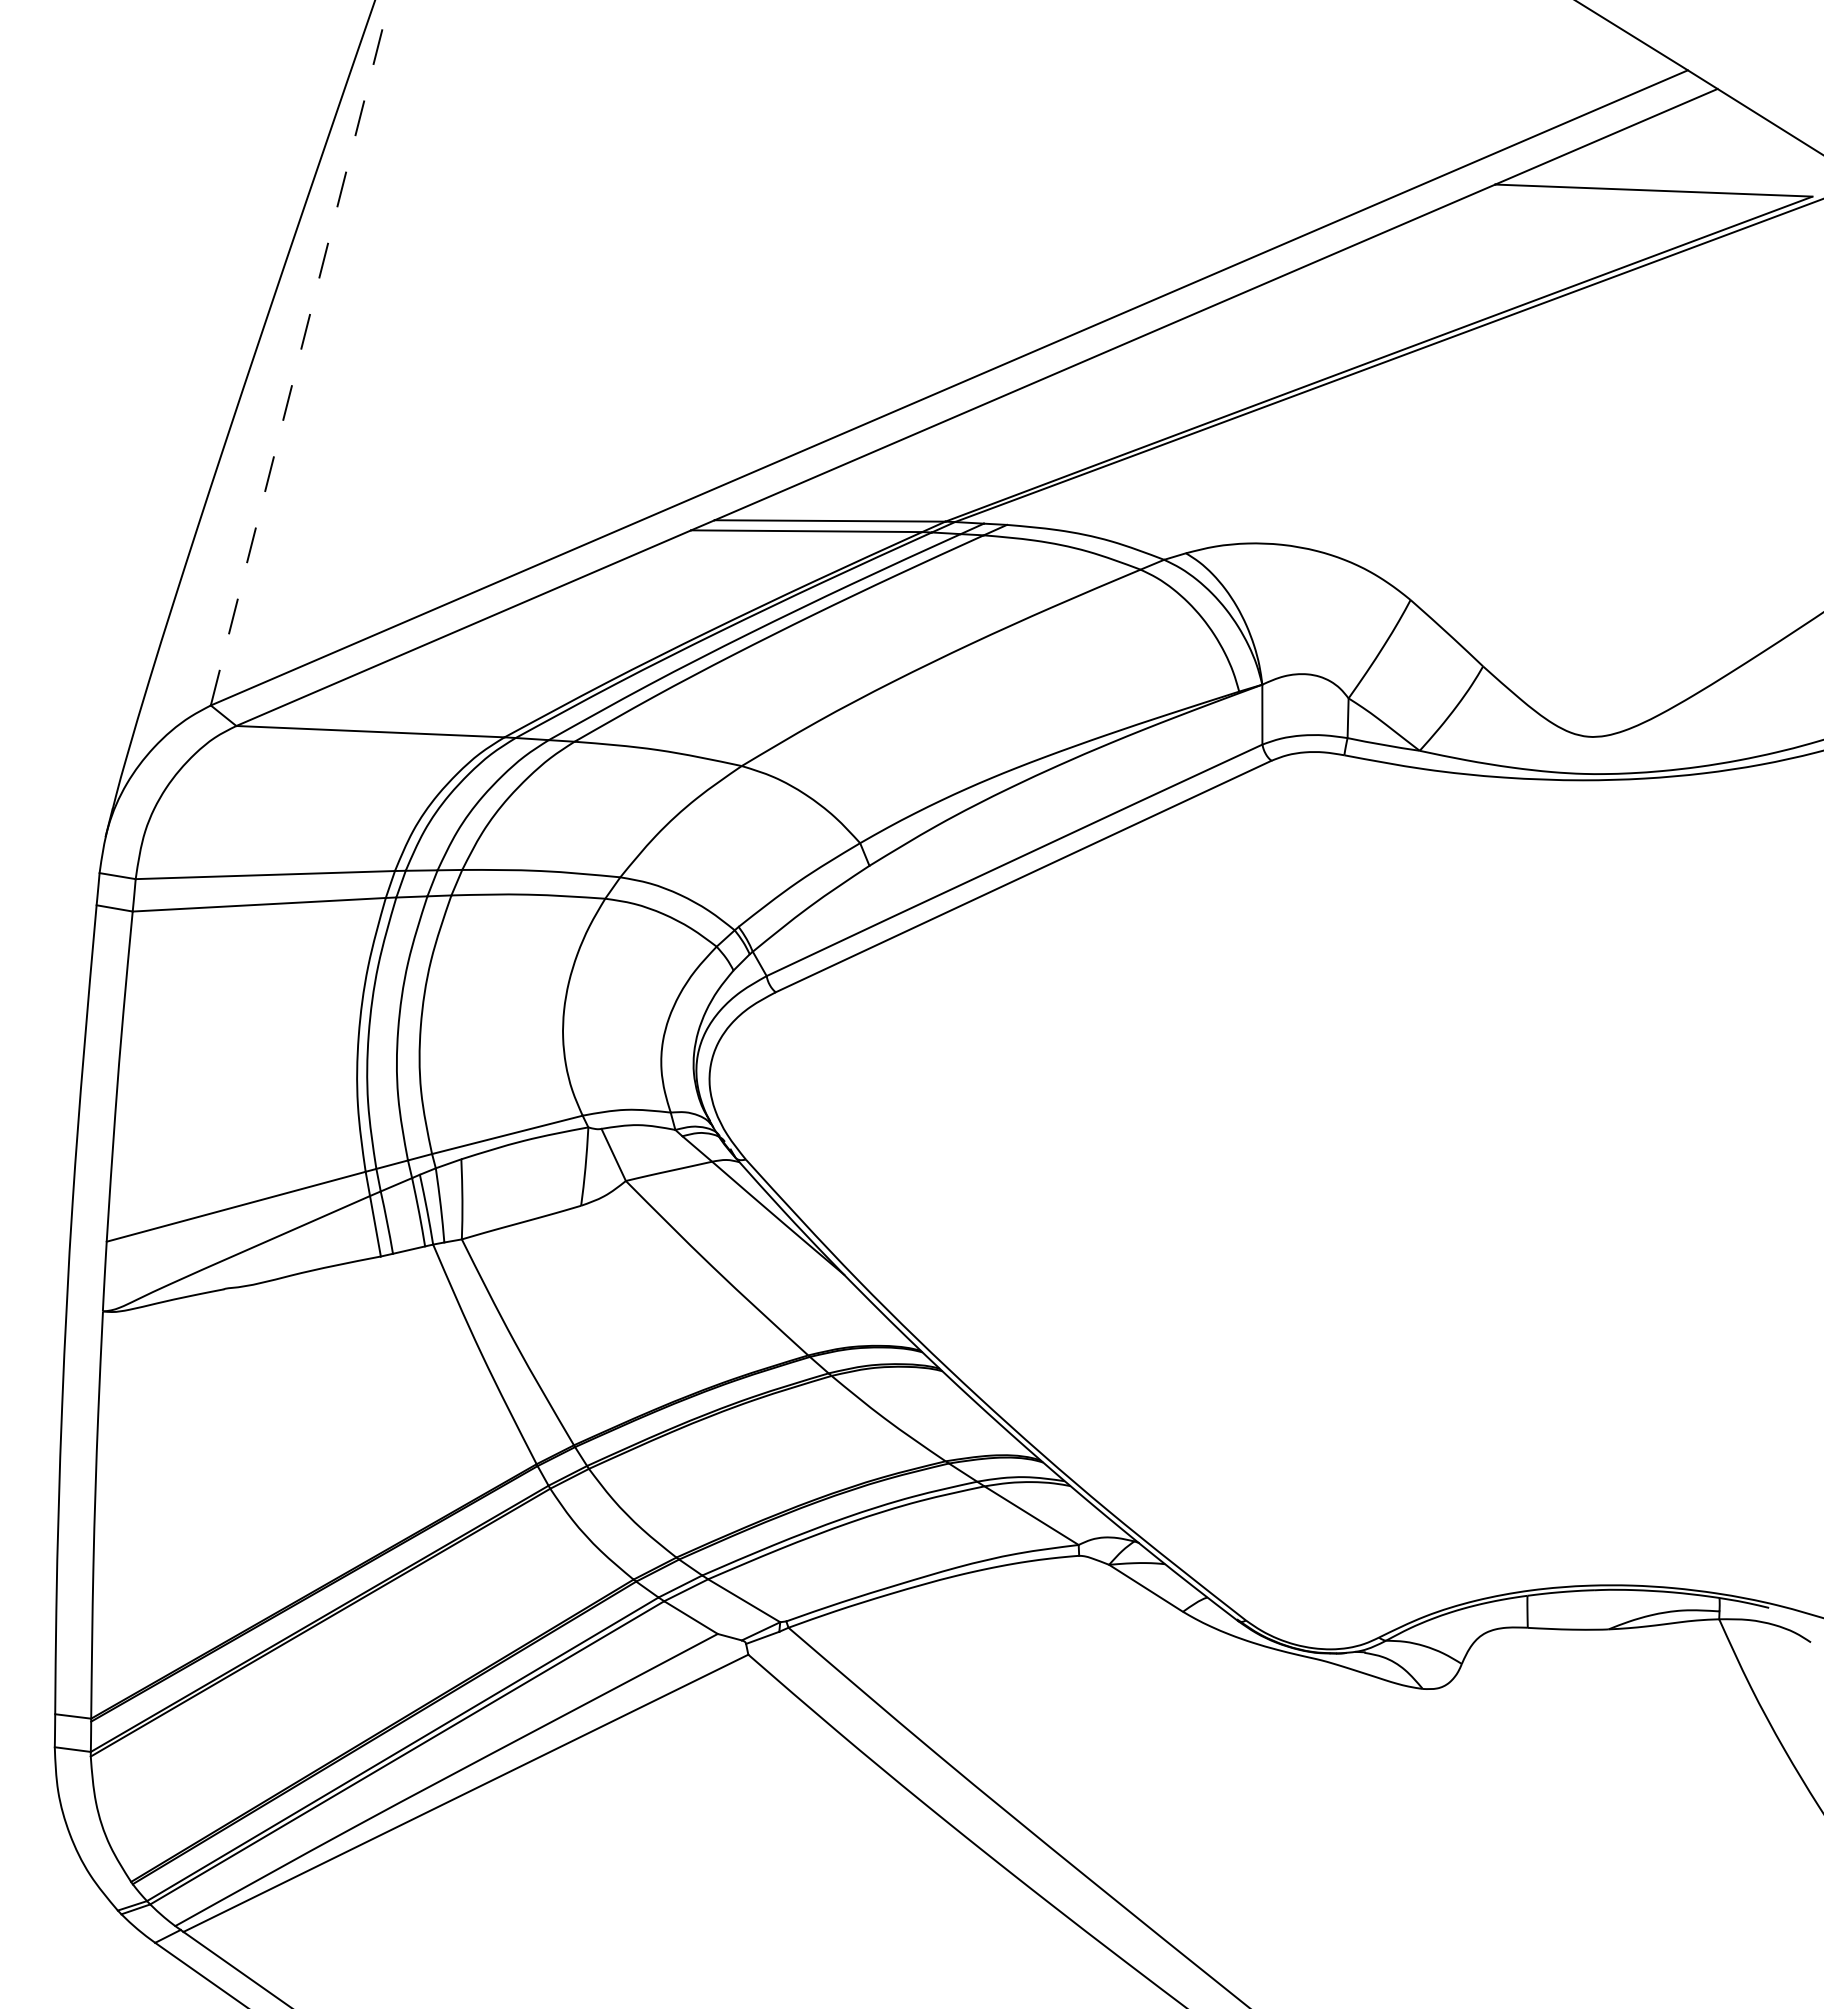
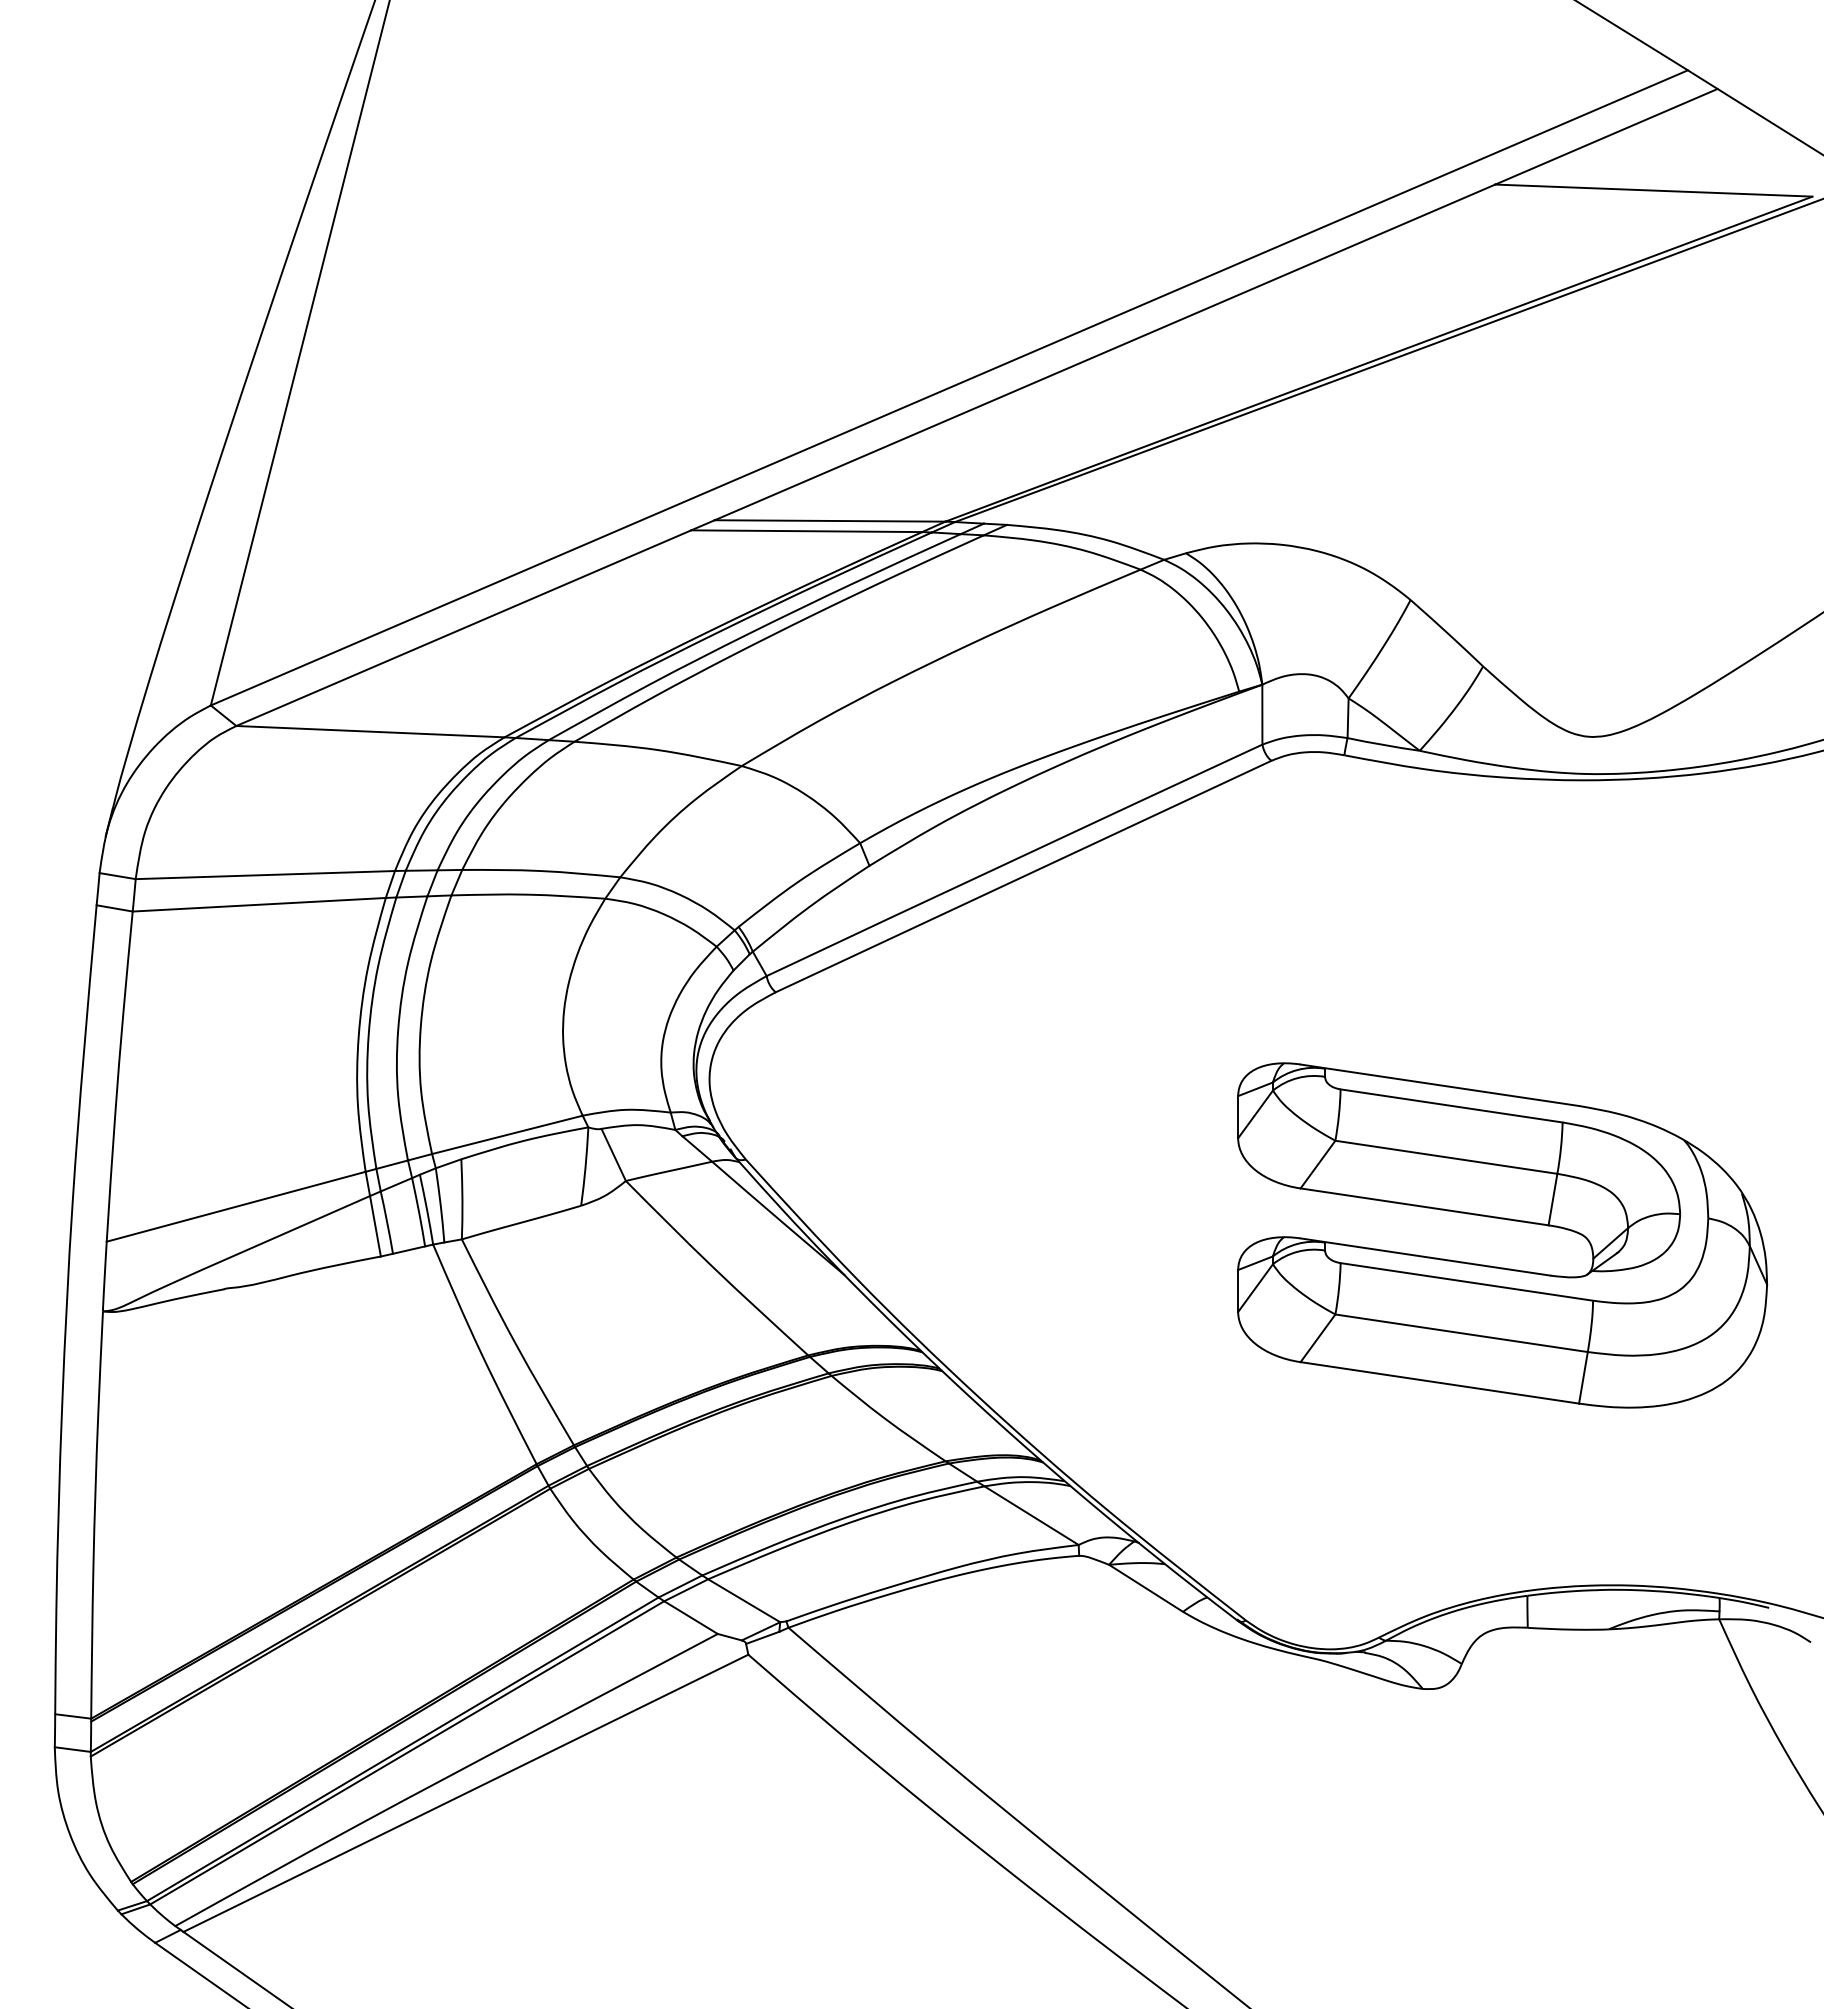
line at (300, 352): dashed -> solid
part at (1507, 1220): none -> present
